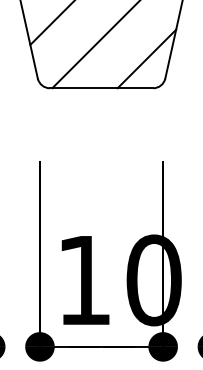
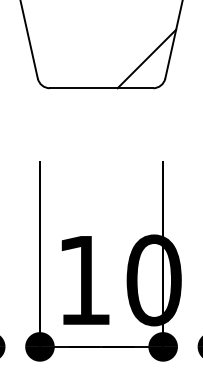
line at (51, 23): present -> none
line at (95, 45): present -> none
